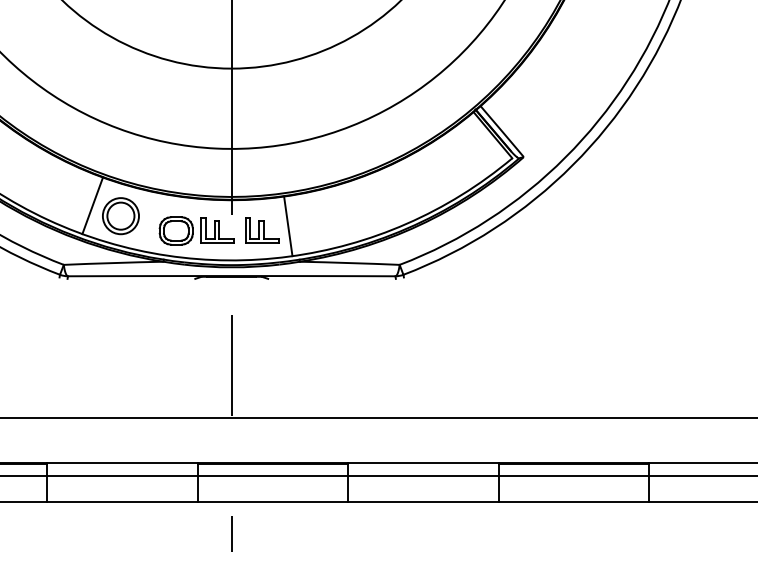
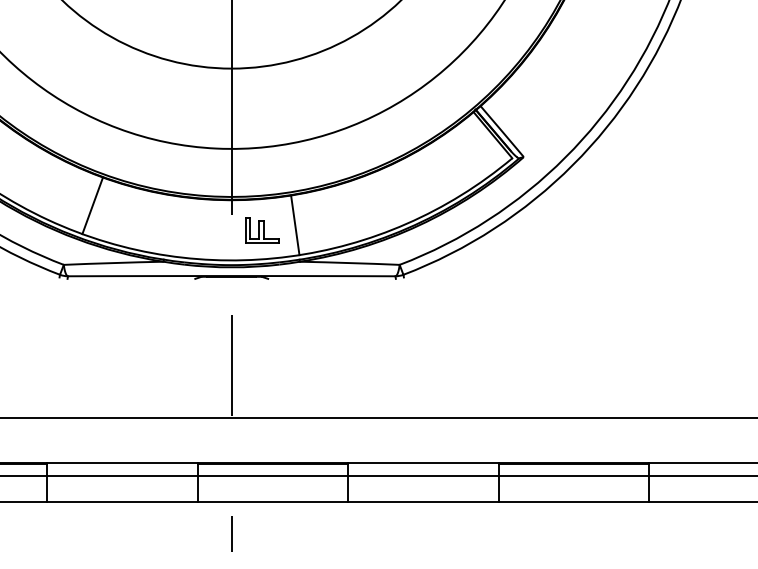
part at (120, 216): present -> none
line at (288, 226) position: (288, 226) -> (295, 225)
part at (196, 230): present -> none
